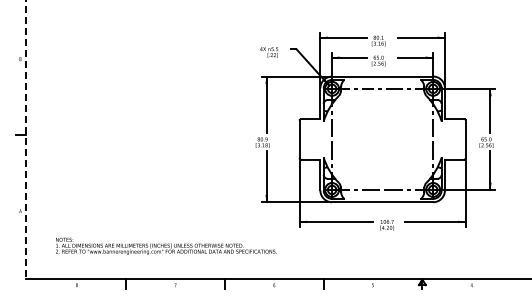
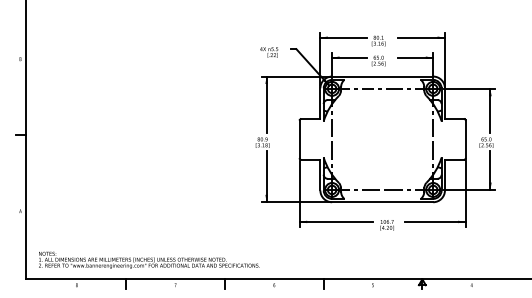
line at (25, 140): dashed -> solid
text at (166, 245) position: (166, 245) -> (149, 259)
